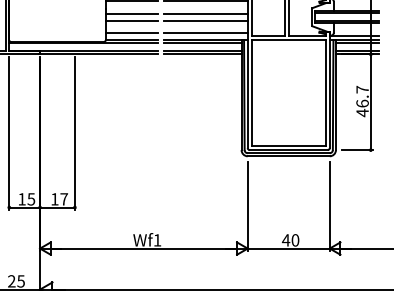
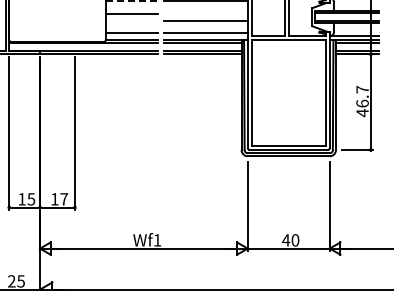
line at (132, 1): solid -> dashed
line at (205, 13): present -> none
line at (131, 20): present -> none
